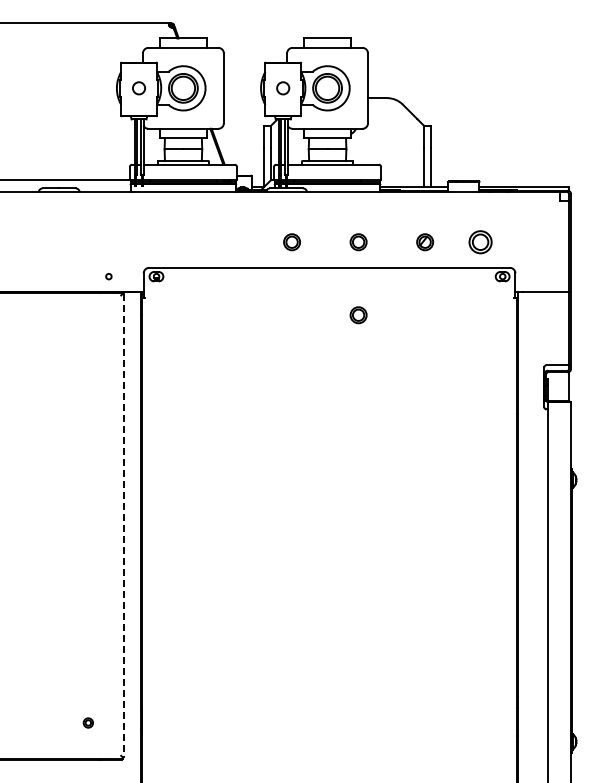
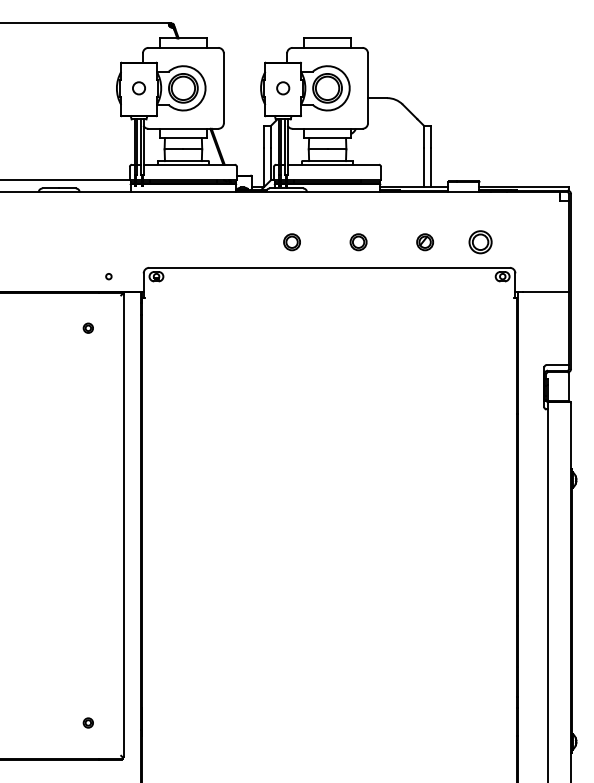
part at (358, 315): present -> none
part at (87, 327): none -> present
line at (123, 525): dashed -> solid
